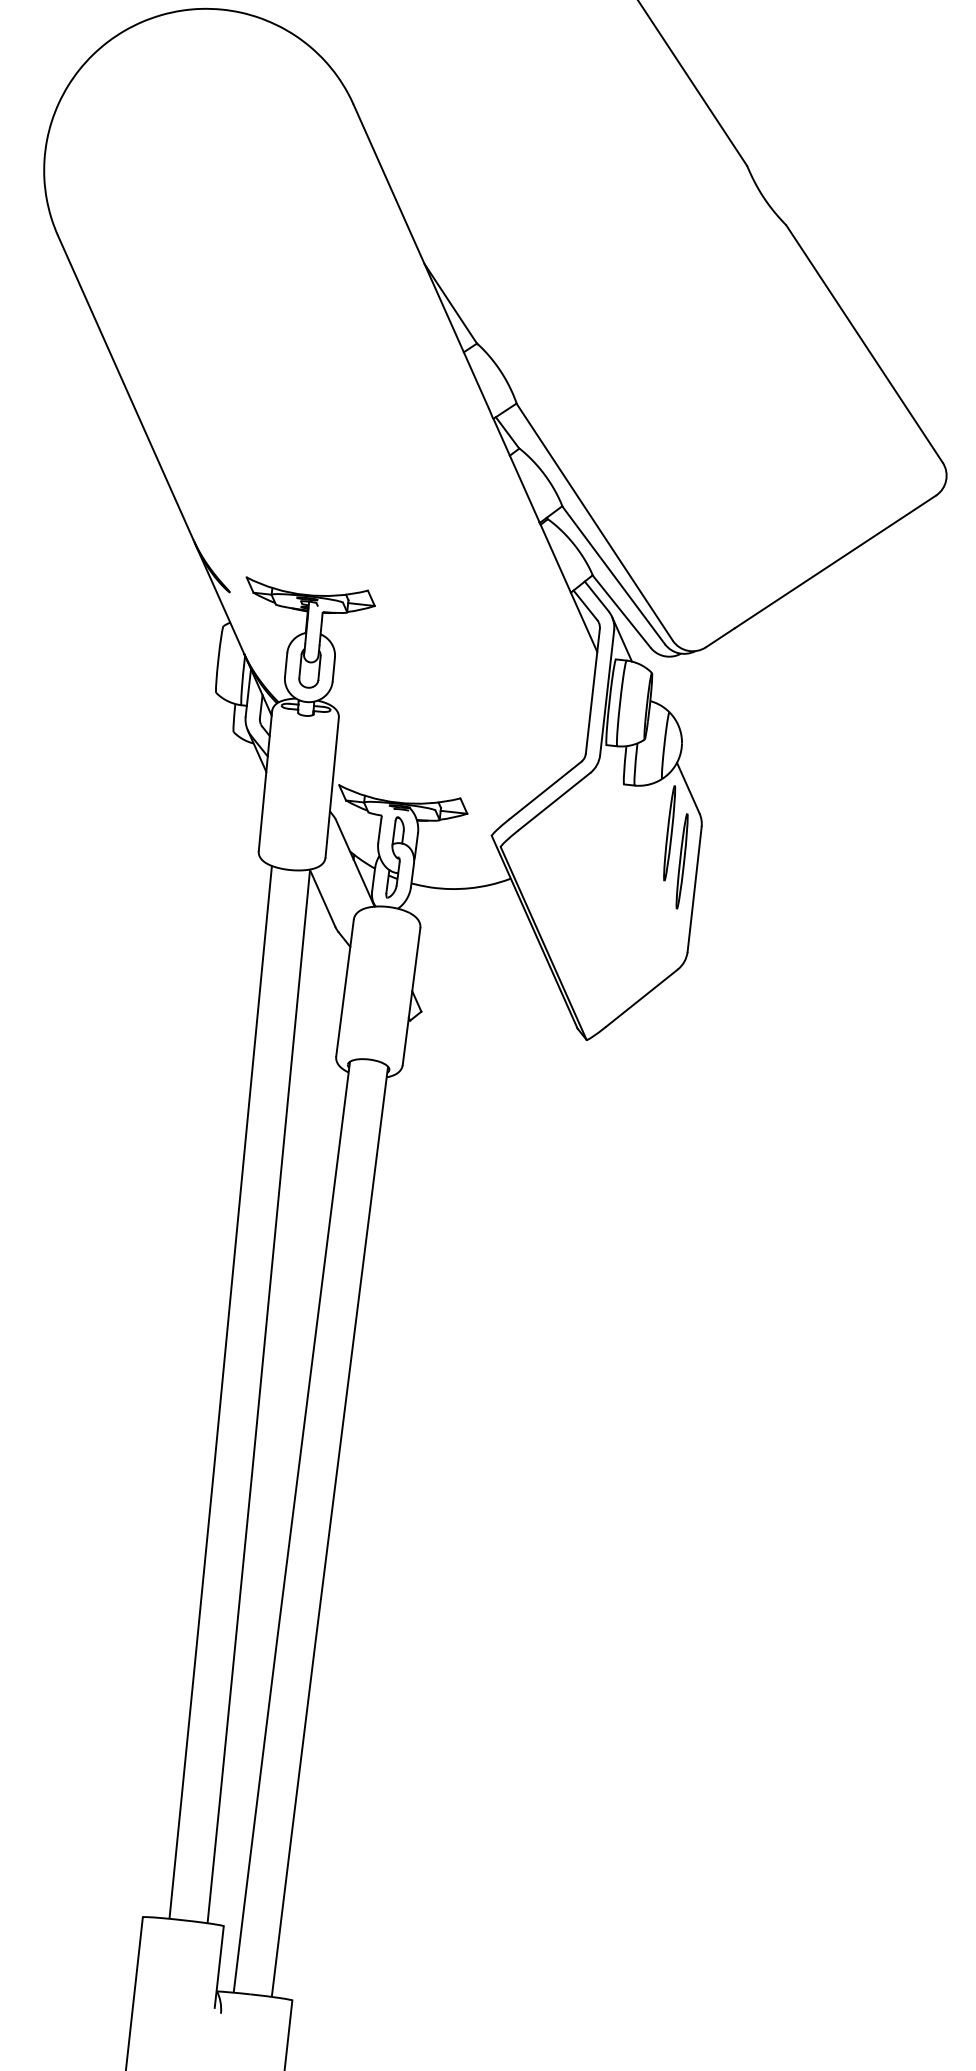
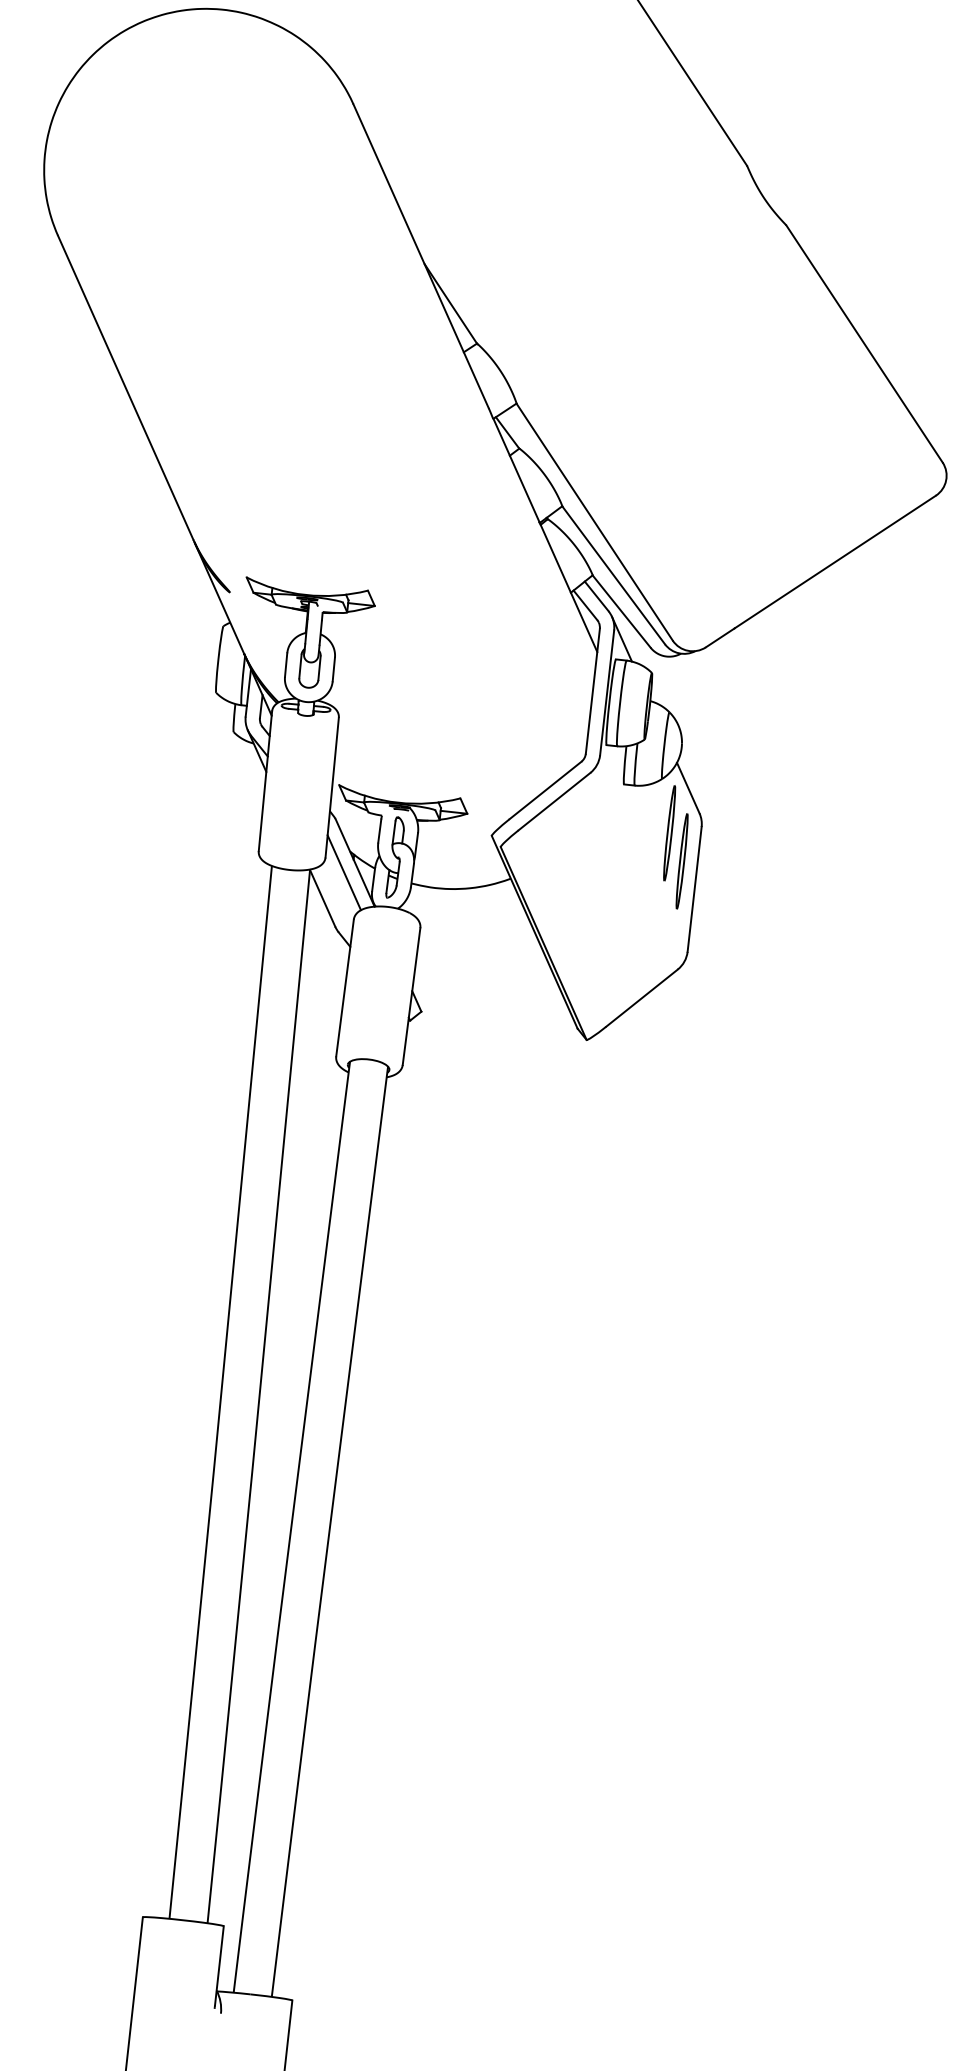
line at (343, 872): none -> present
